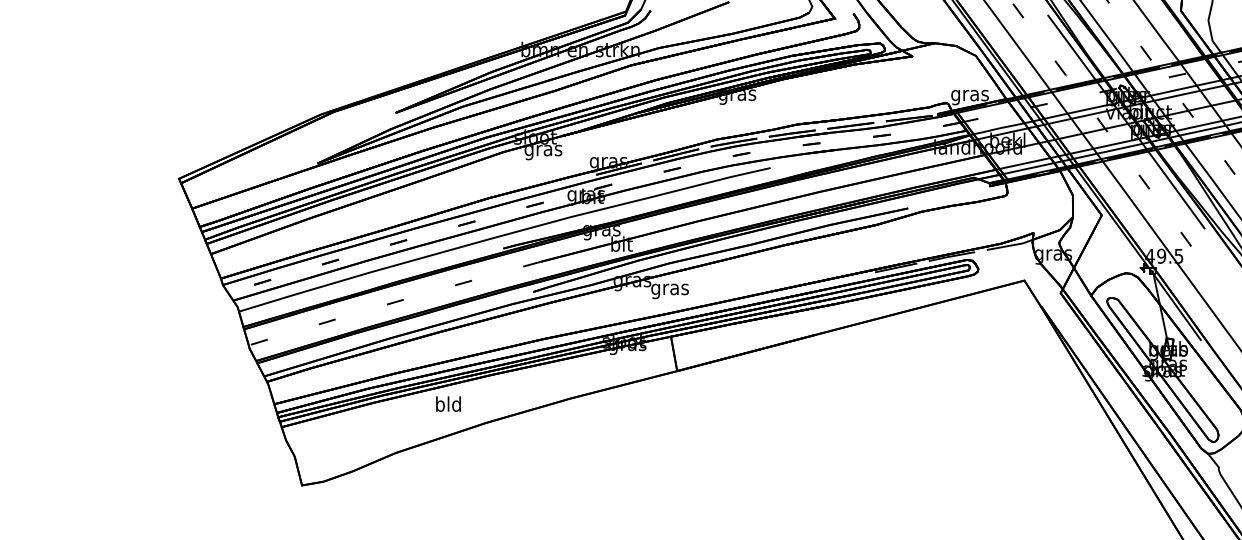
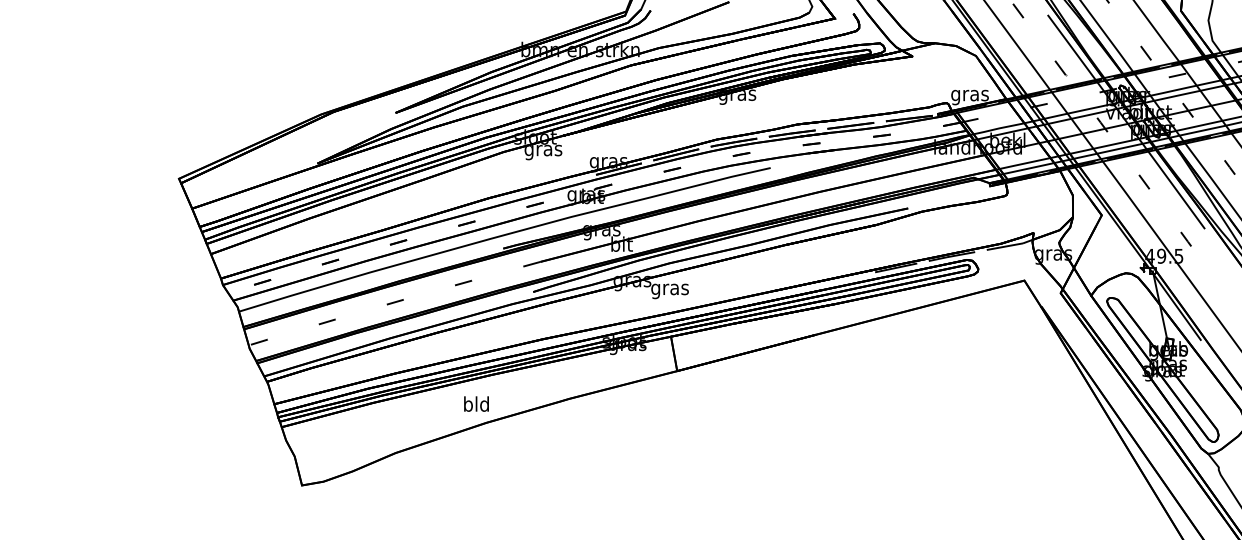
text at (448, 403) position: (448, 403) -> (476, 403)
